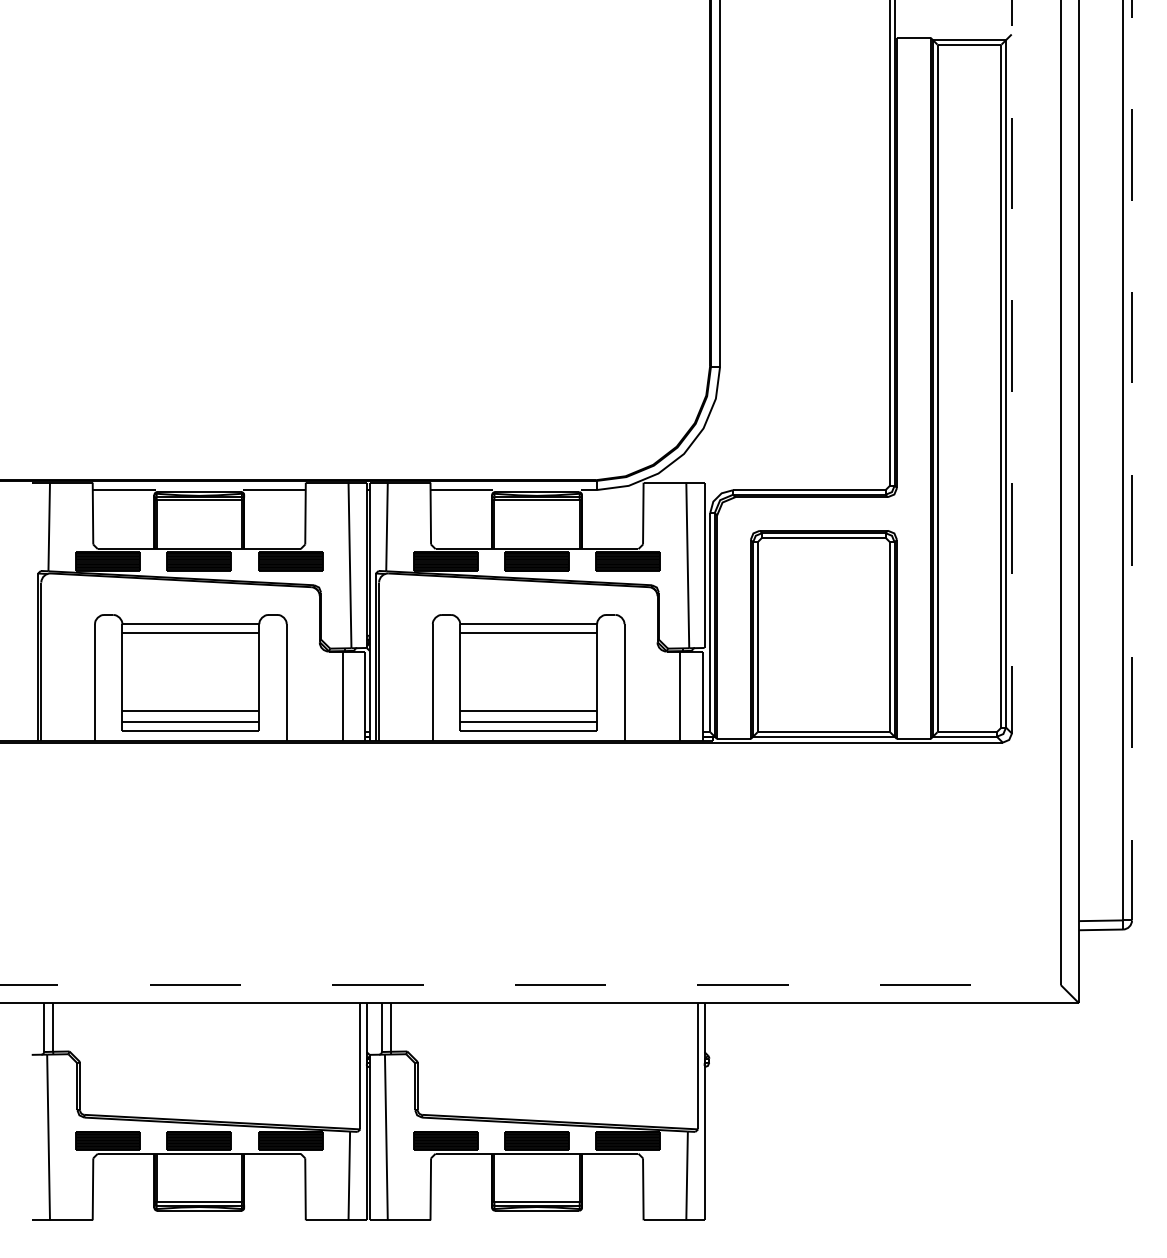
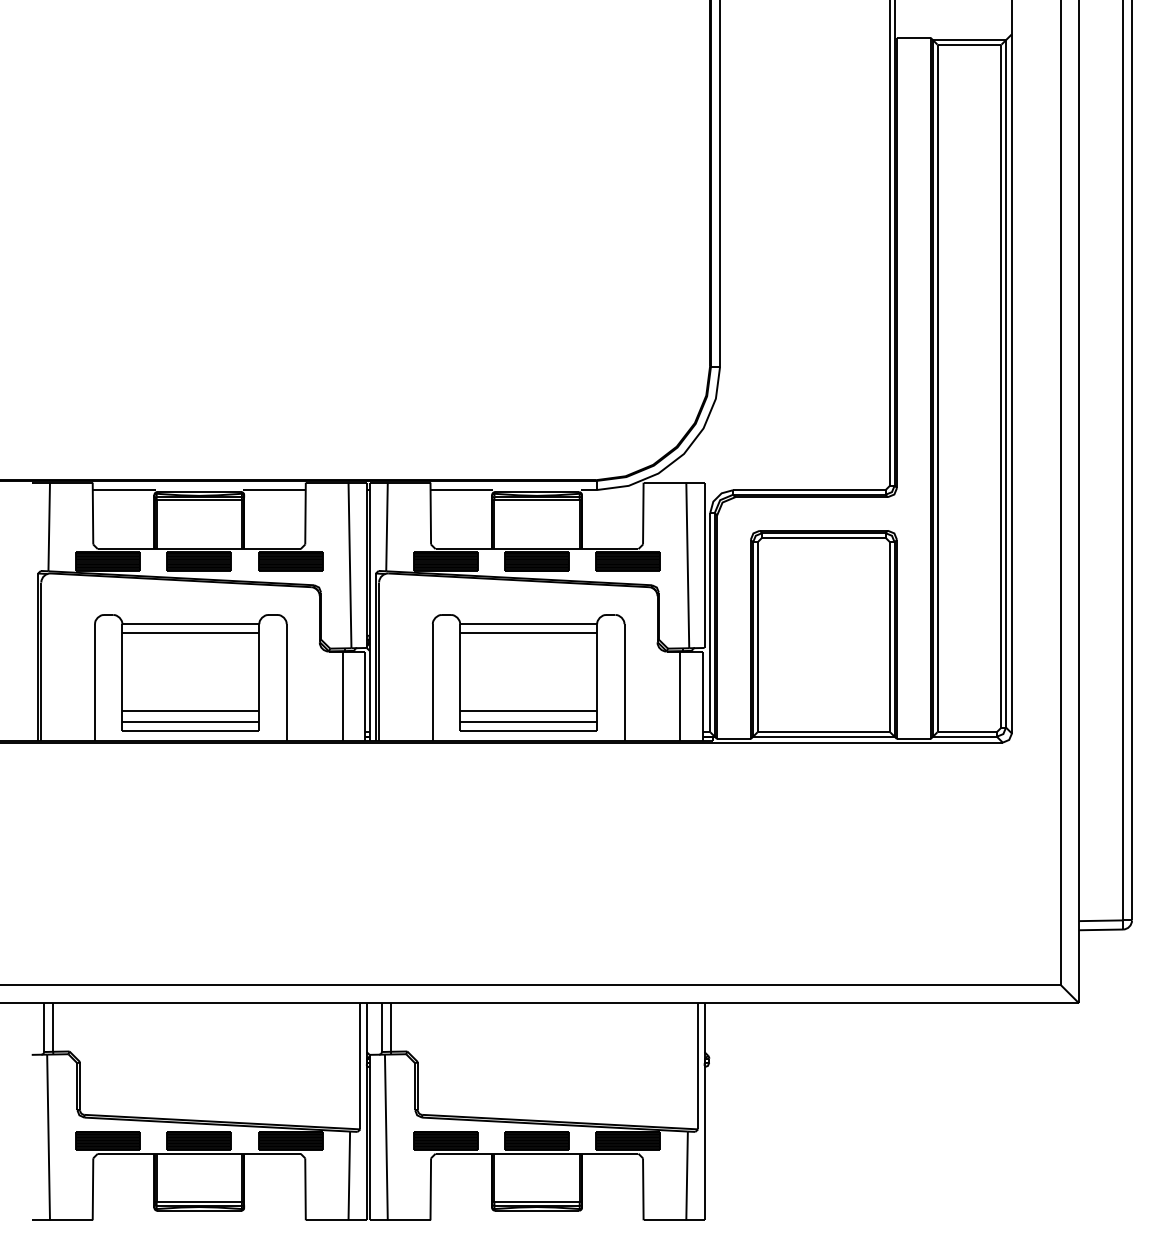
line at (1011, 366): dashed -> solid
line at (1132, 460): dashed -> solid
line at (530, 985): dashed -> solid
